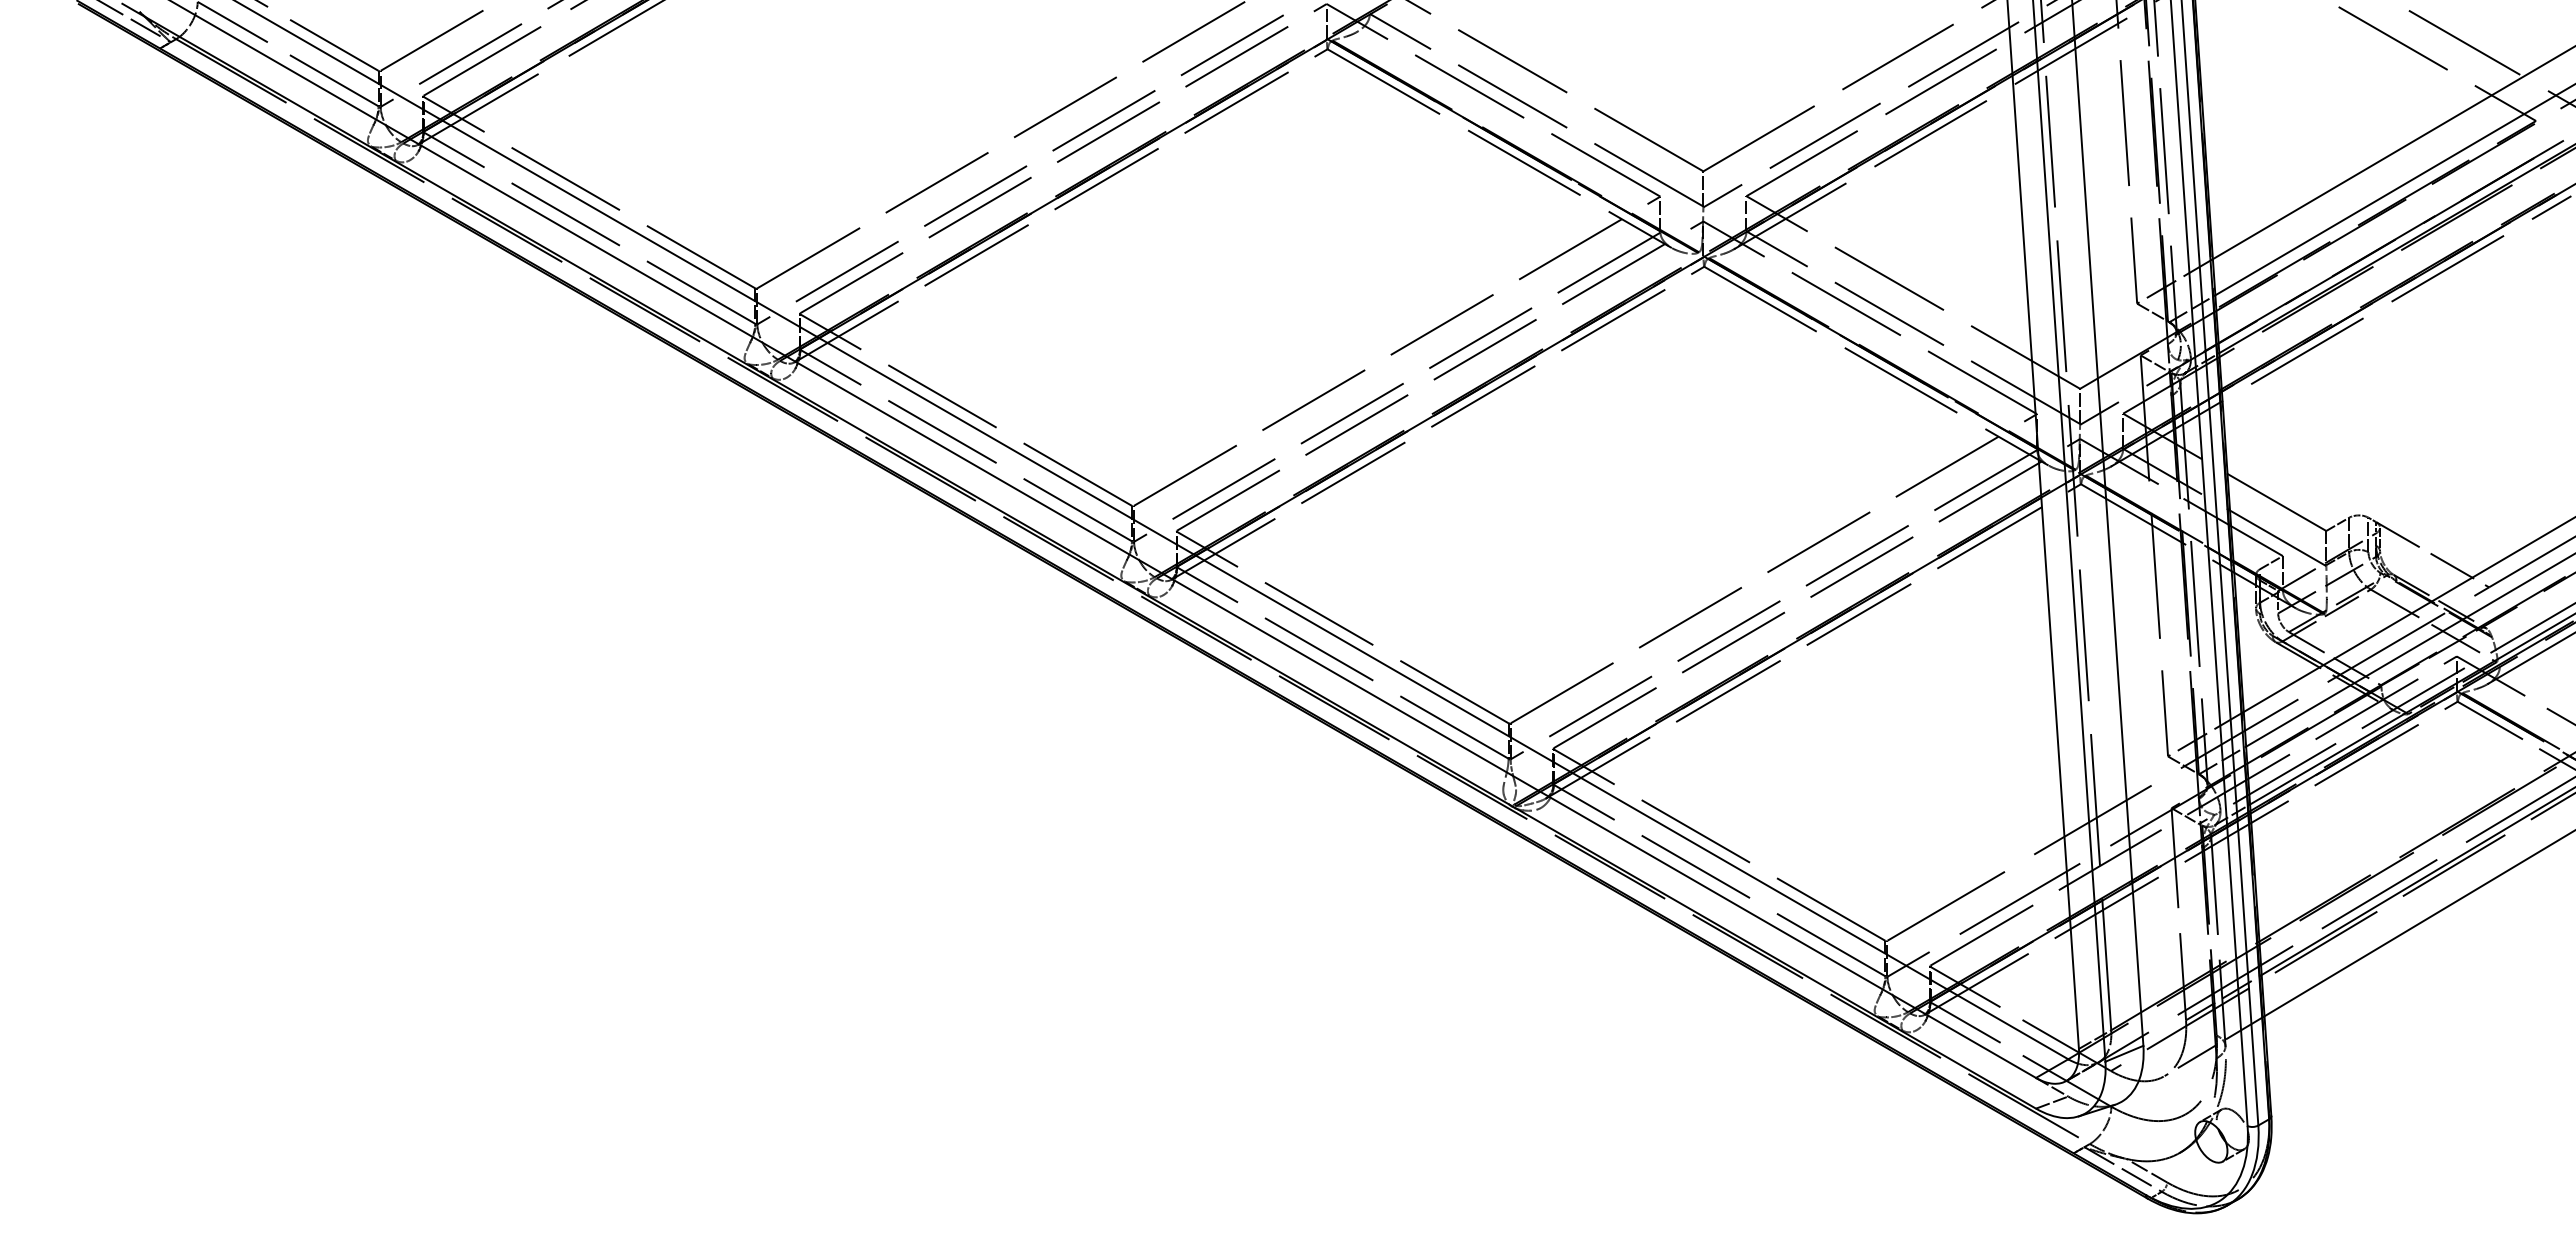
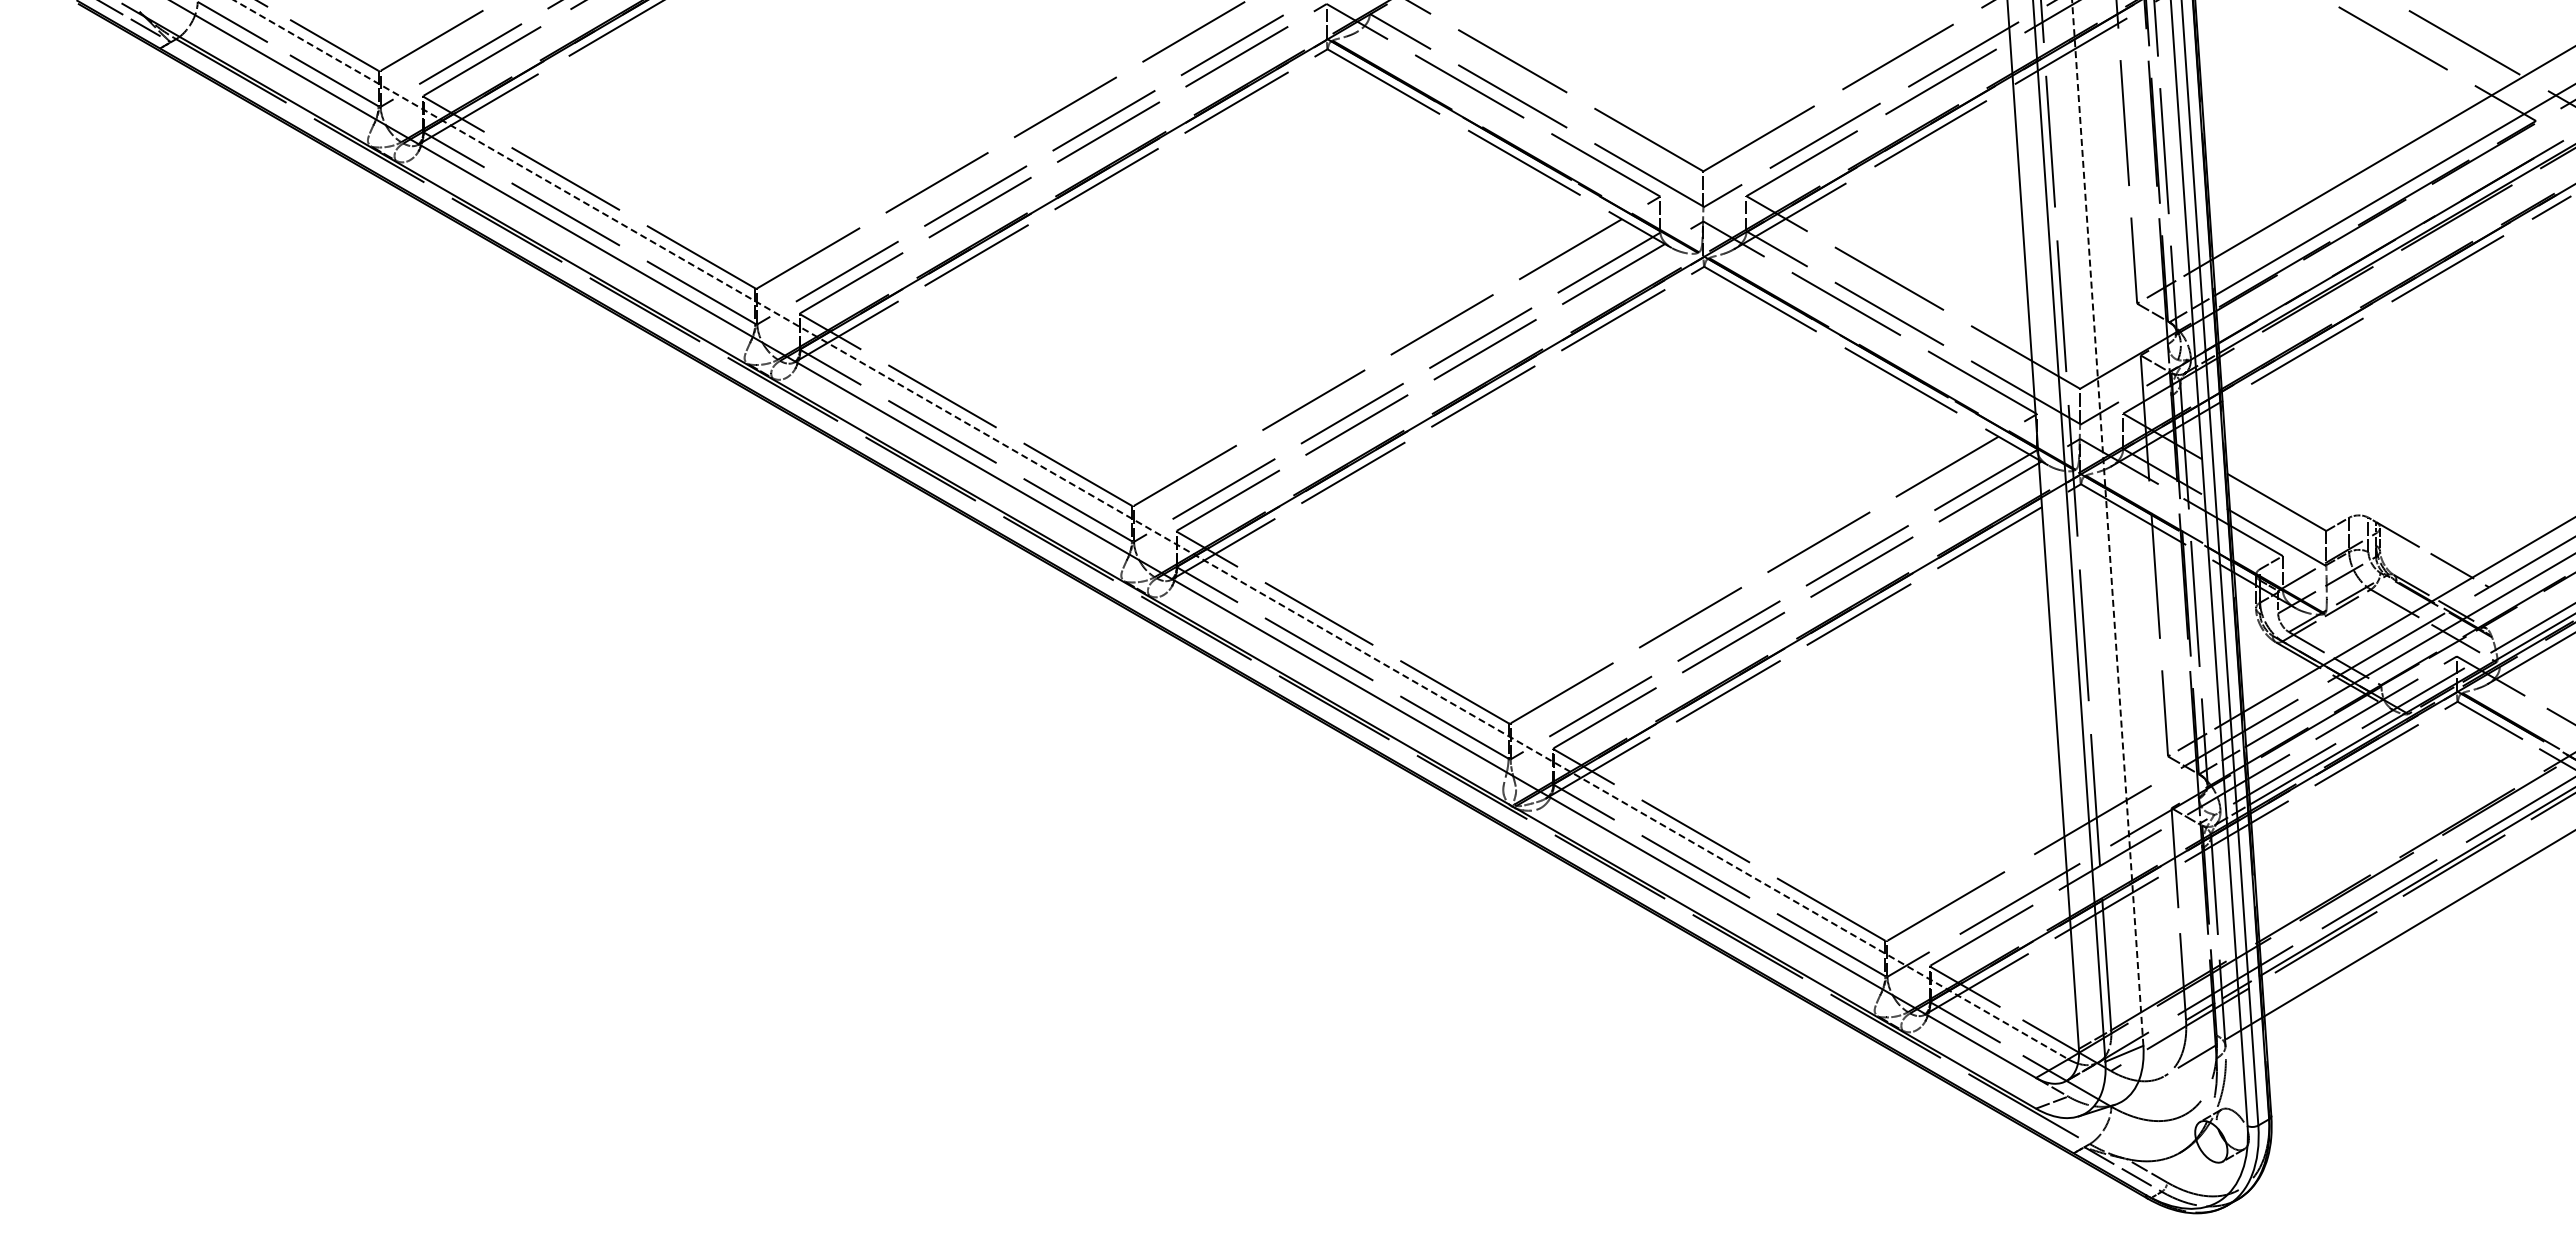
line at (2107, 523): solid -> dashed
line at (1151, 529): solid -> dashed
